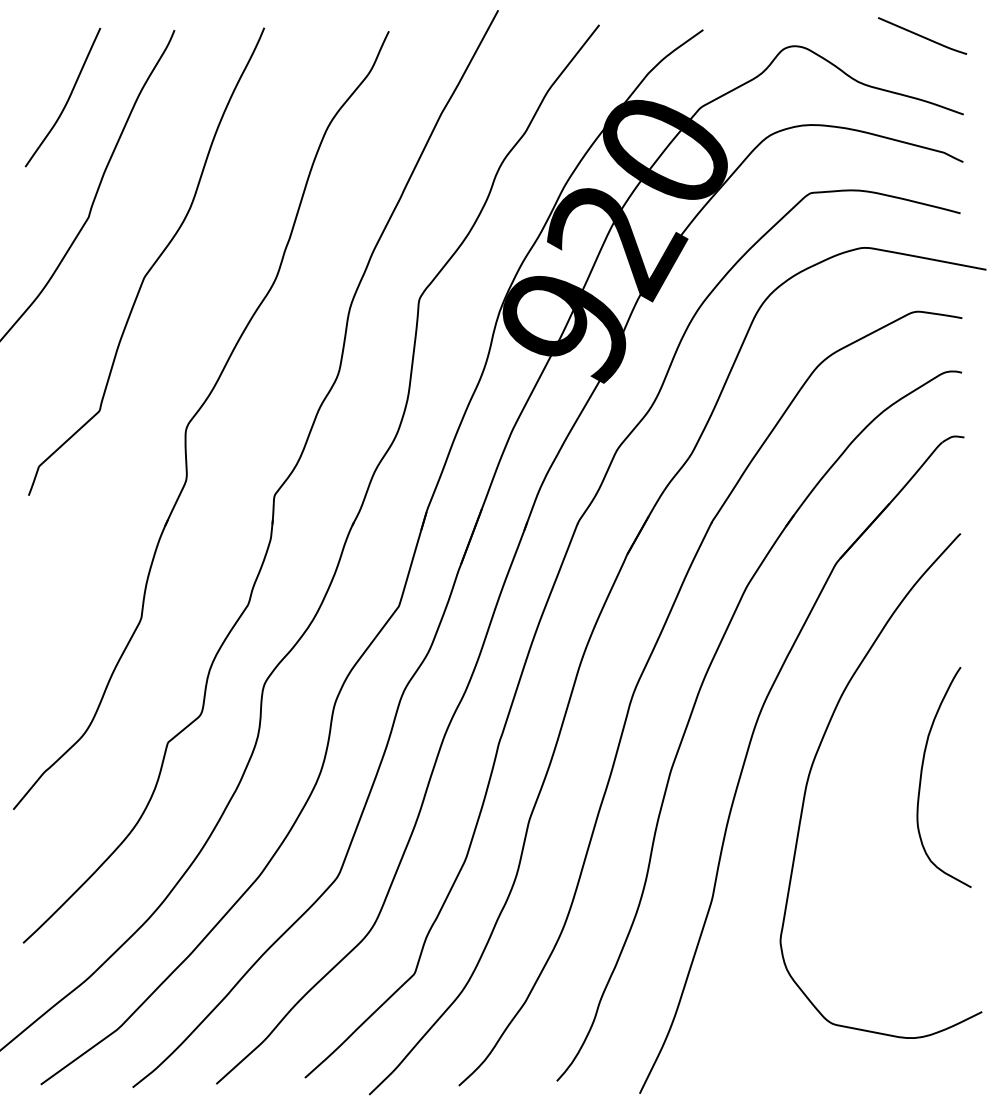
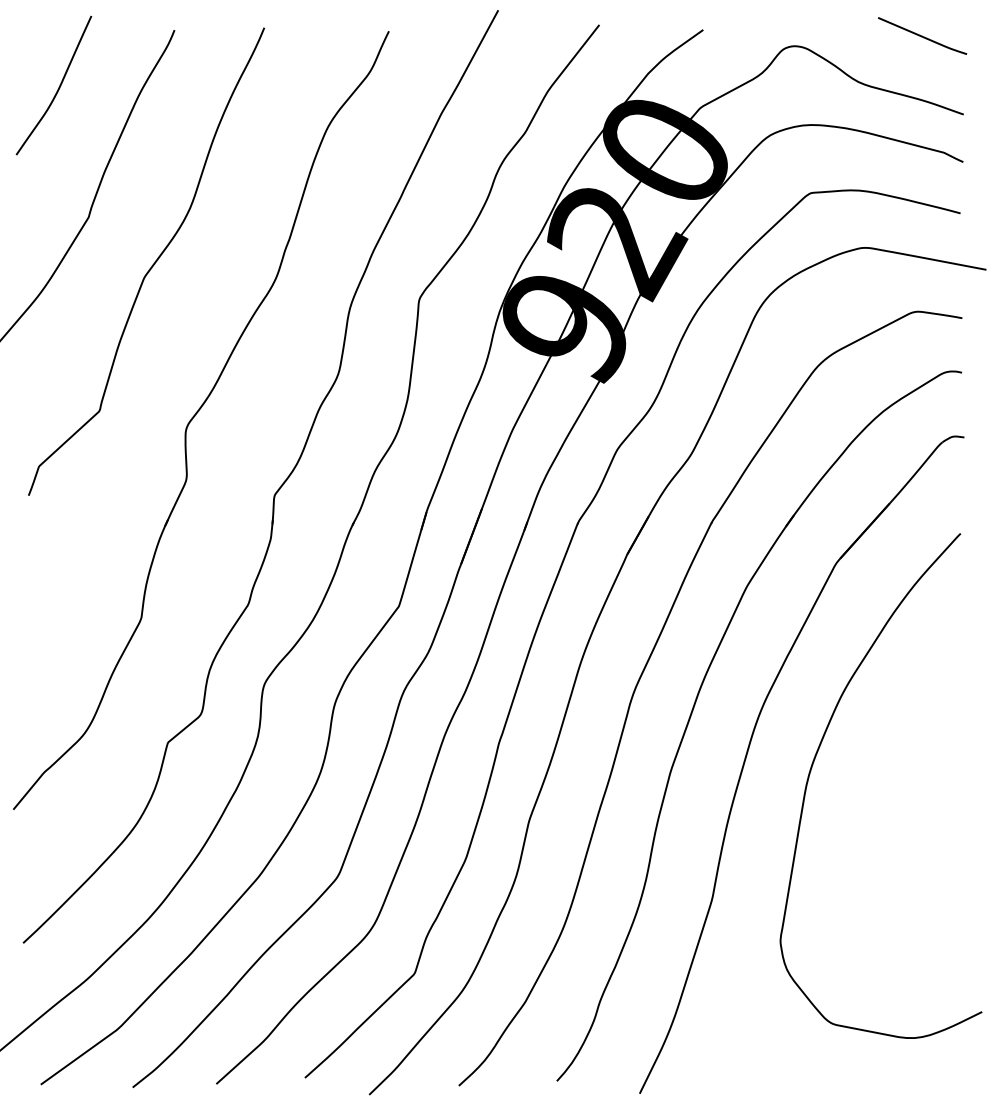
curve at (67, 99) position: (67, 99) -> (58, 87)
curve at (922, 774): present -> none
